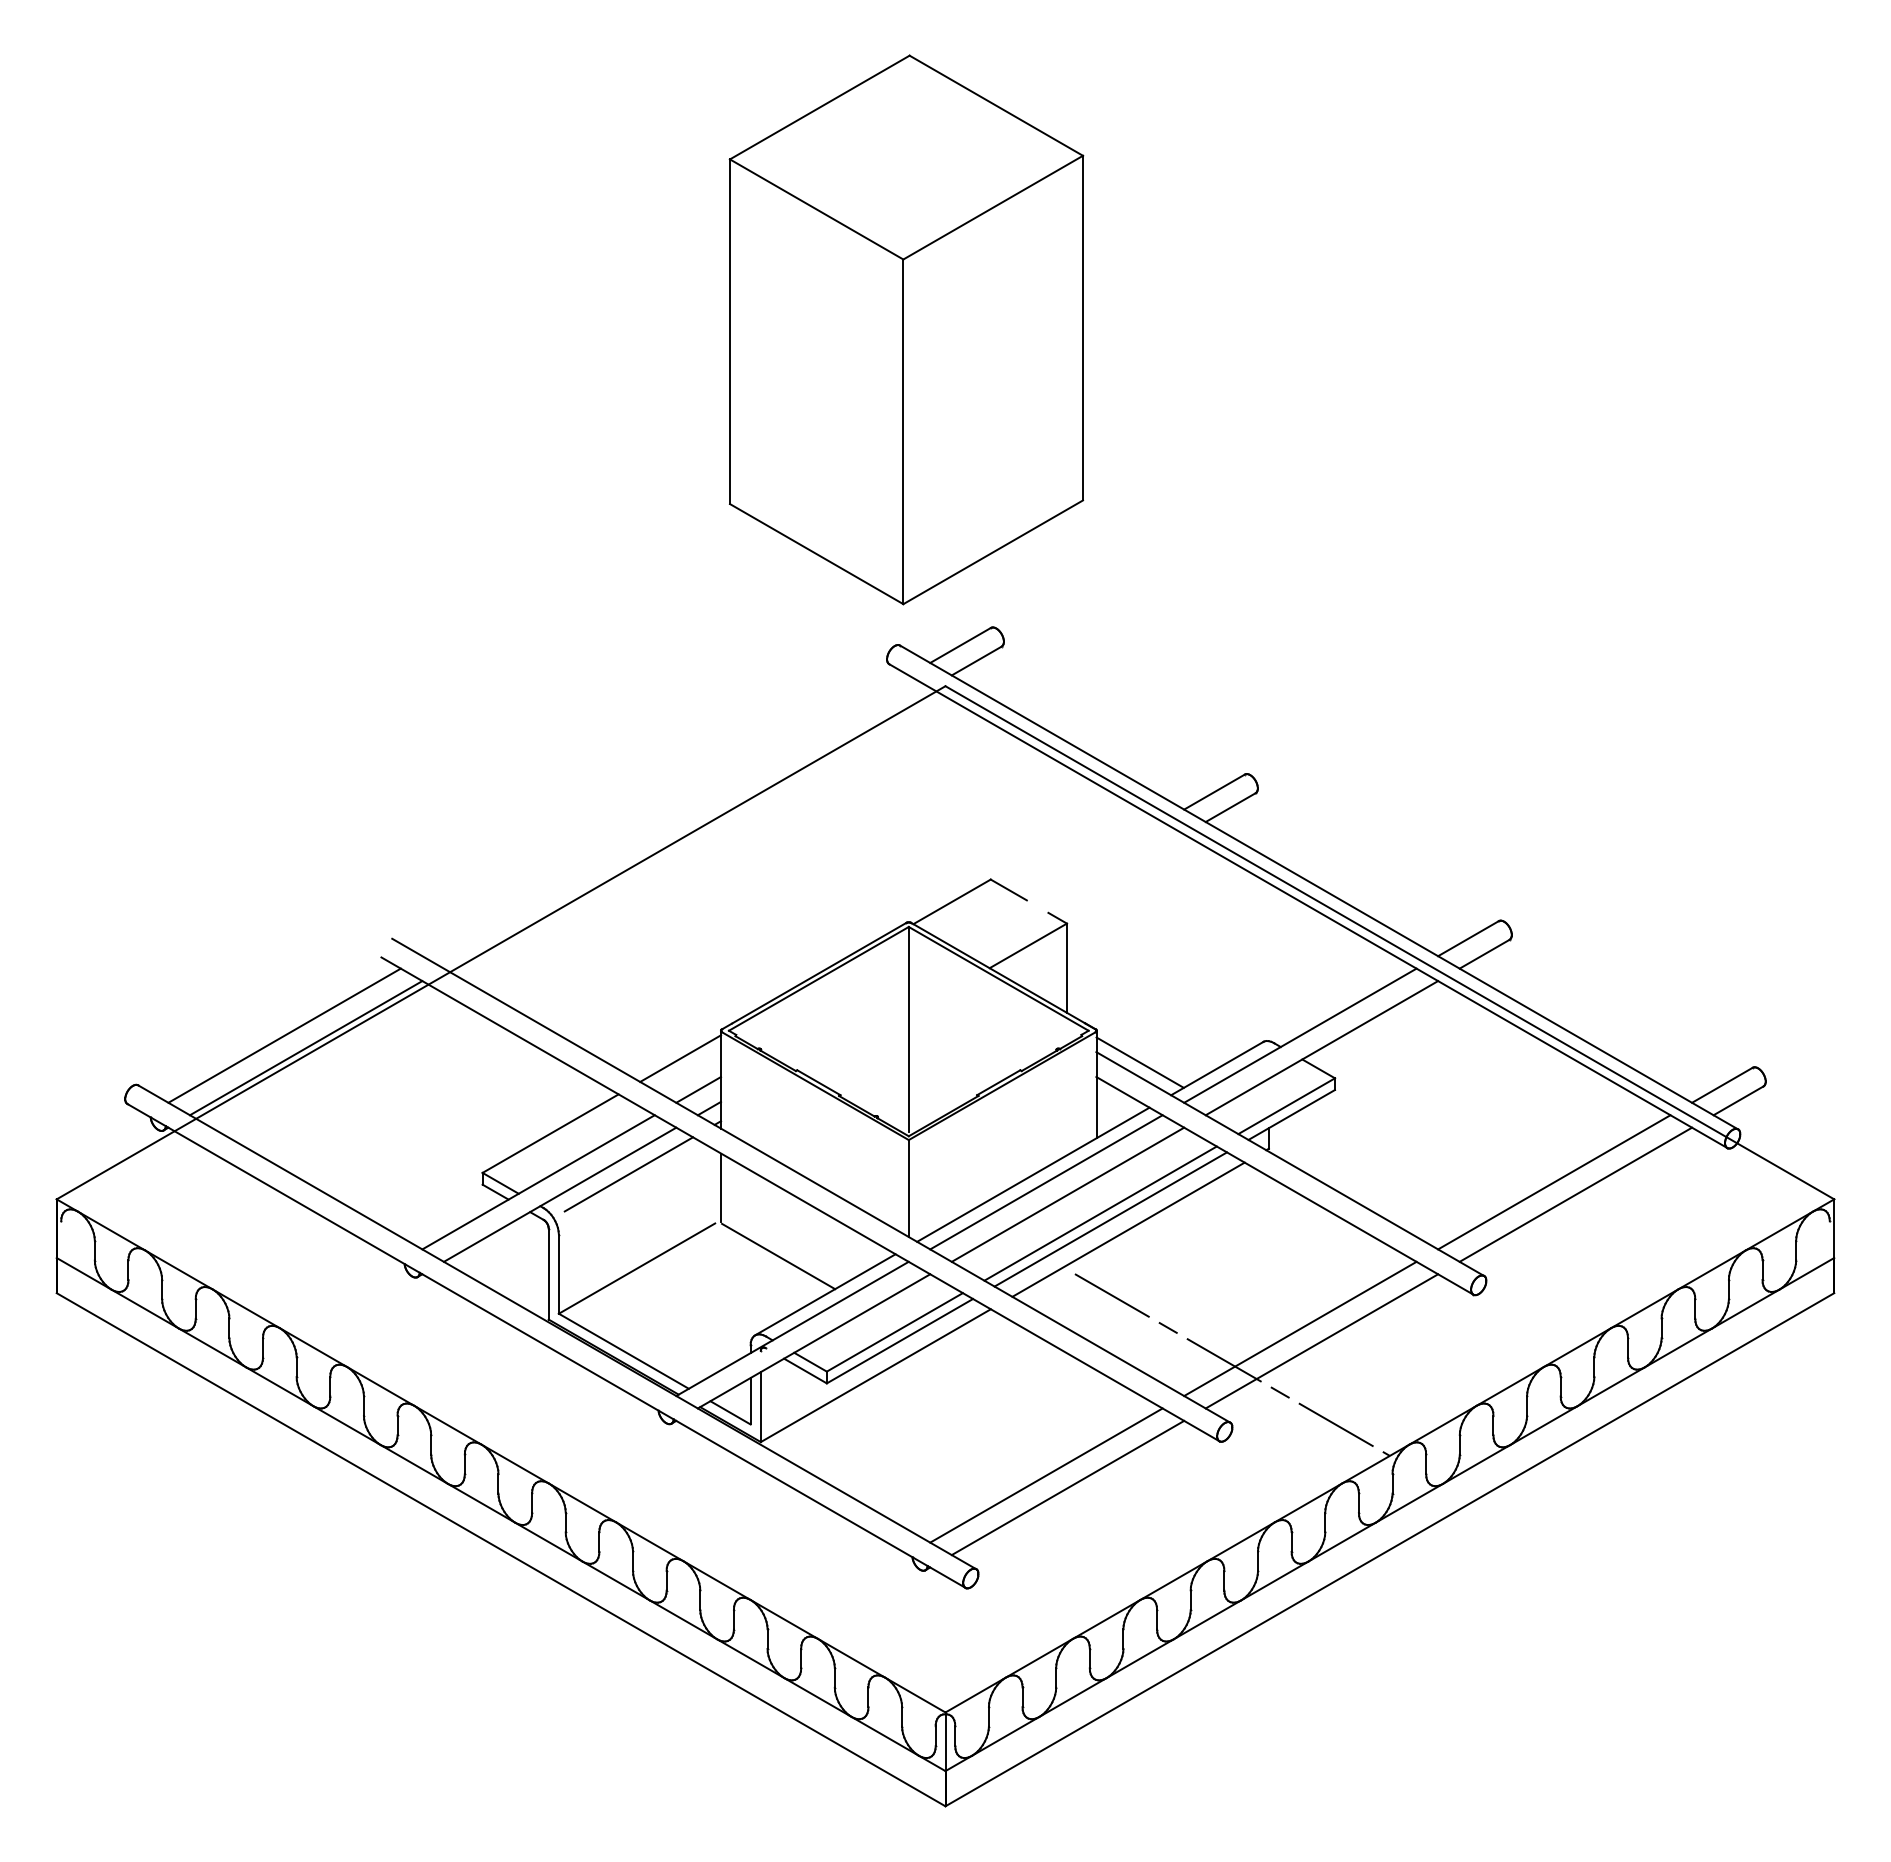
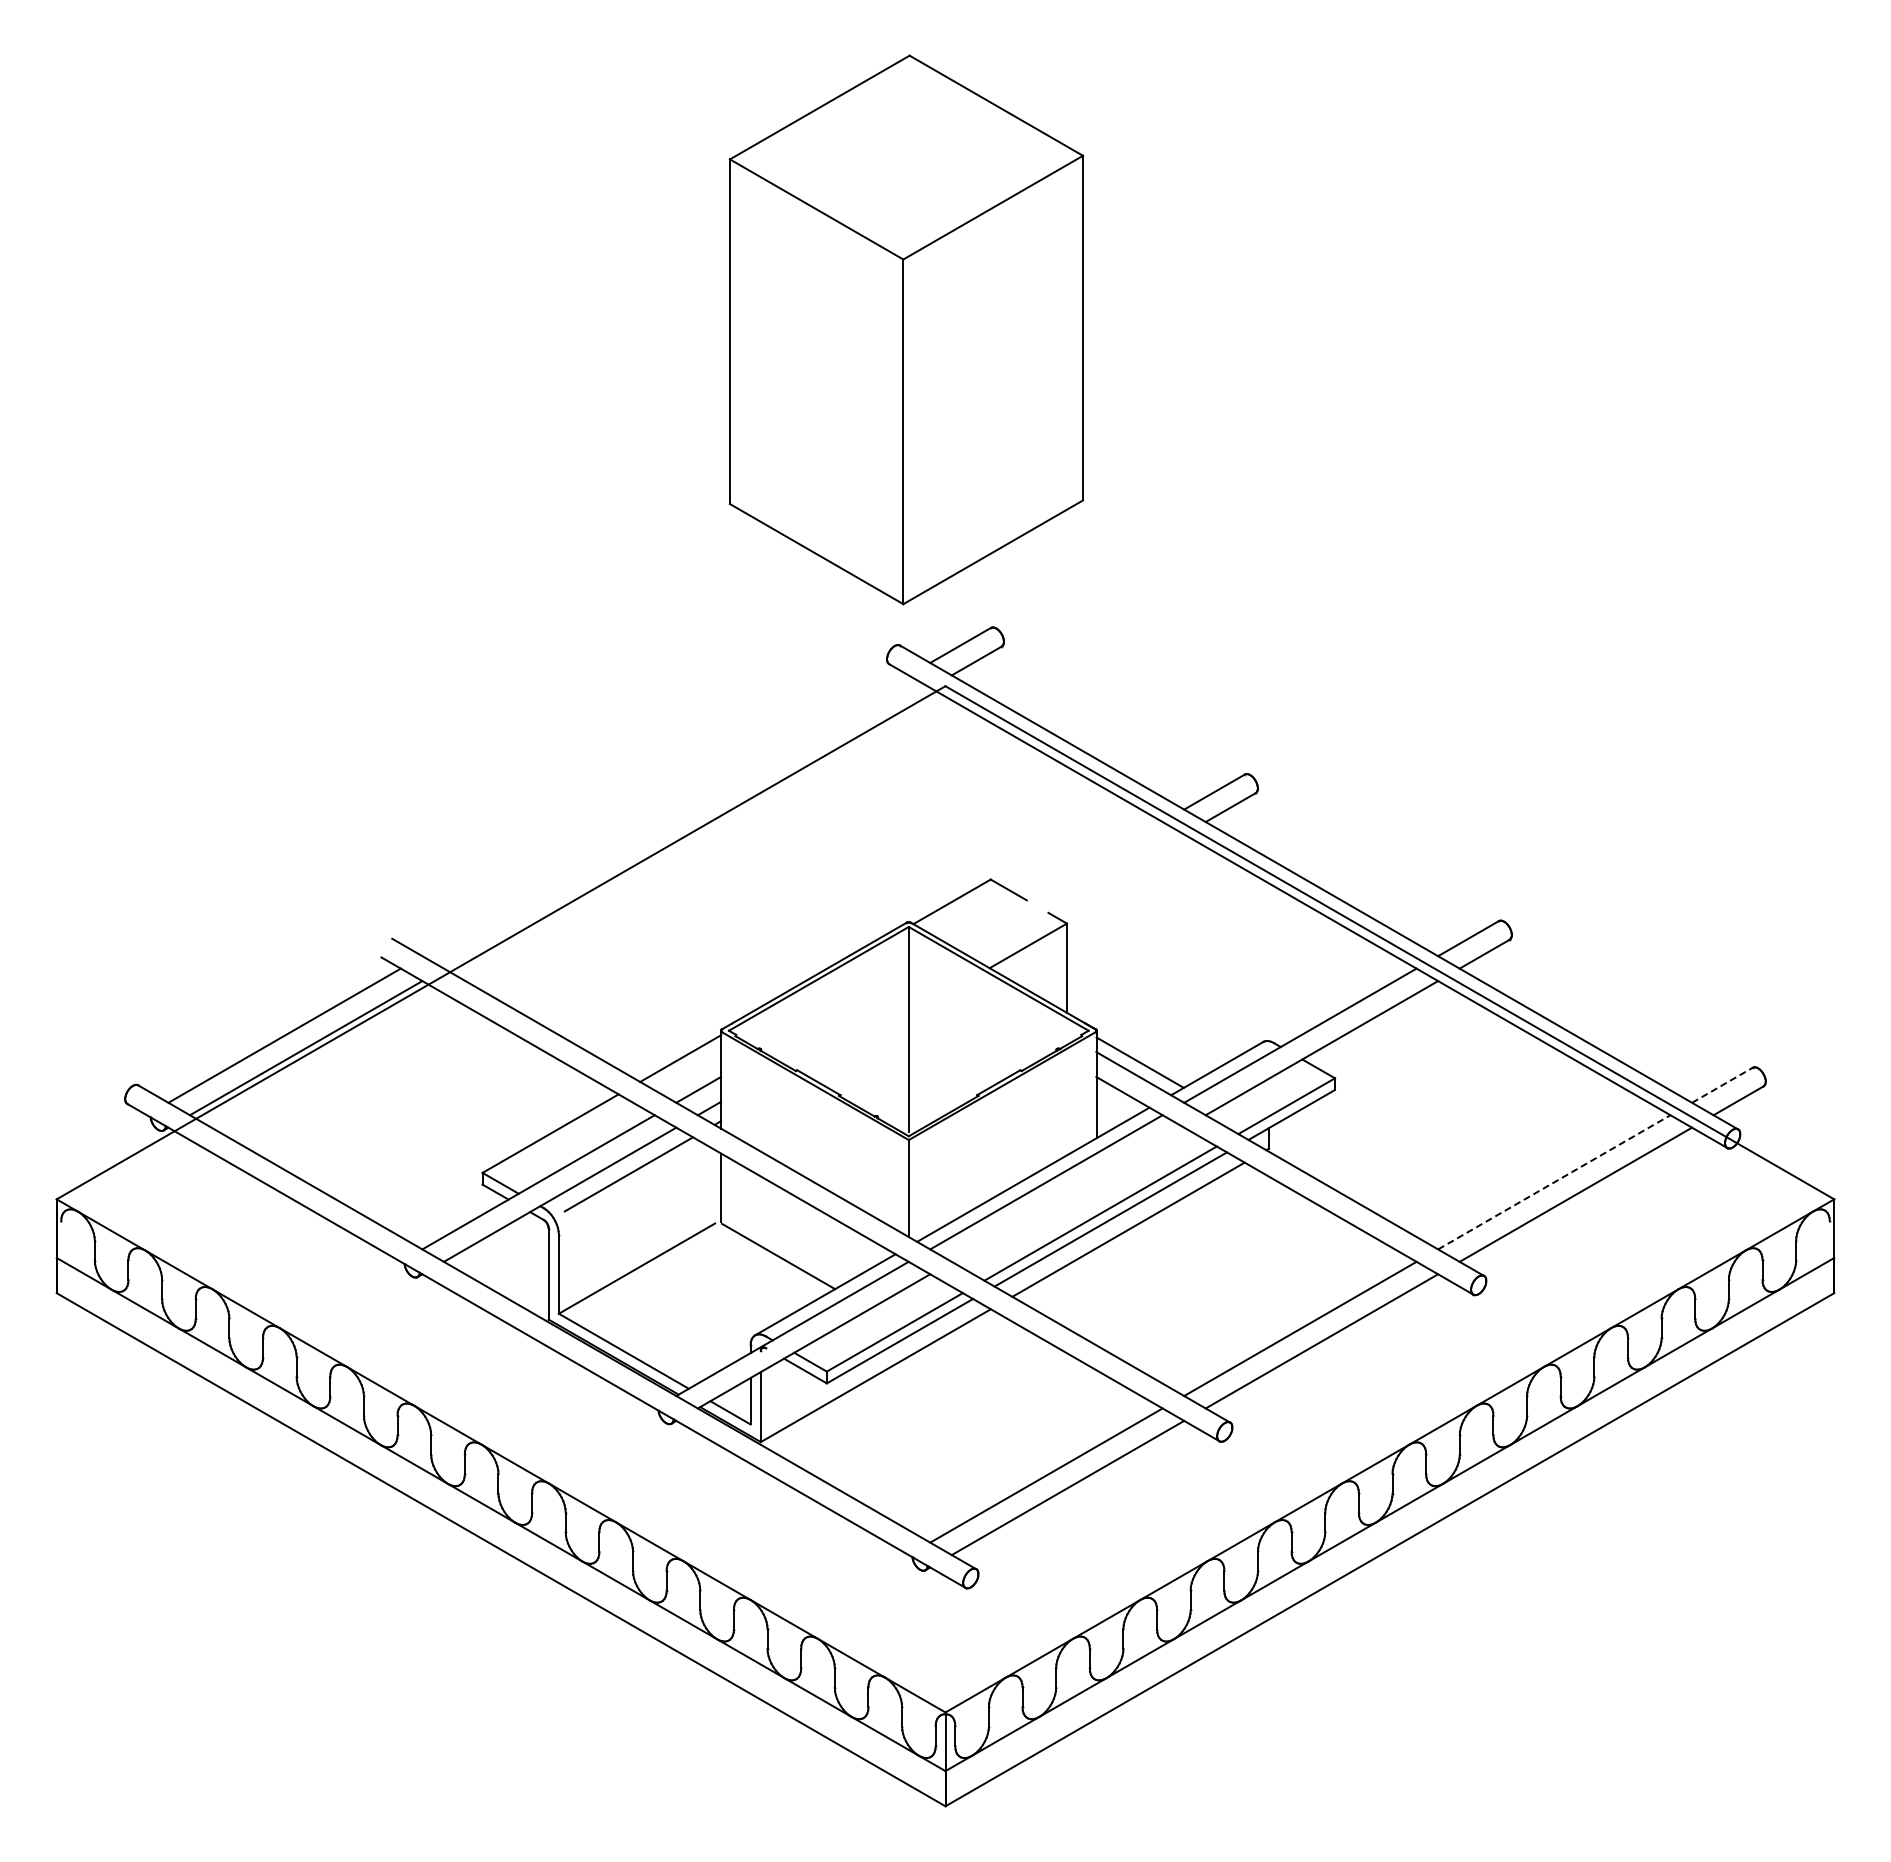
line at (1722, 1085): solid -> dashed
line at (1554, 1182): solid -> dashed
line at (1067, 1194): present -> none
line at (1231, 1364): present -> none
